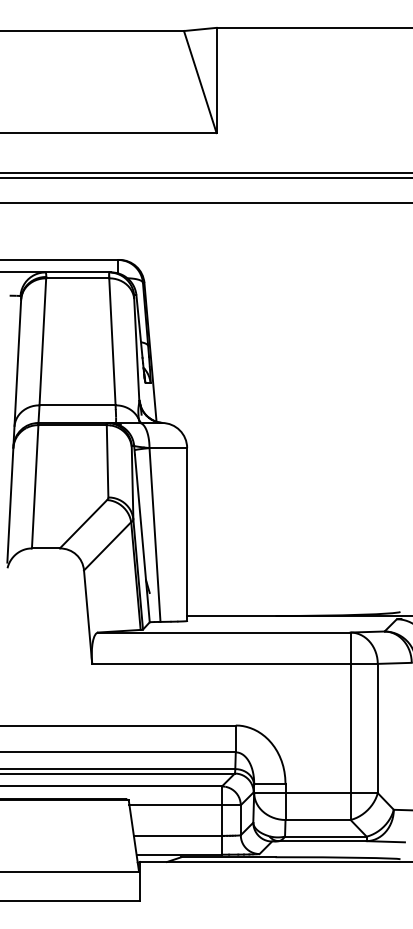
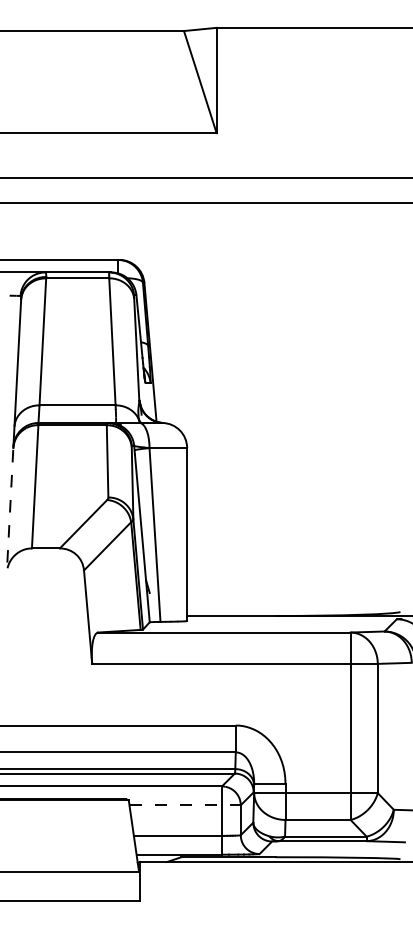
line at (205, 172): present -> none
line at (10, 504): solid -> dashed
line at (185, 805): solid -> dashed
